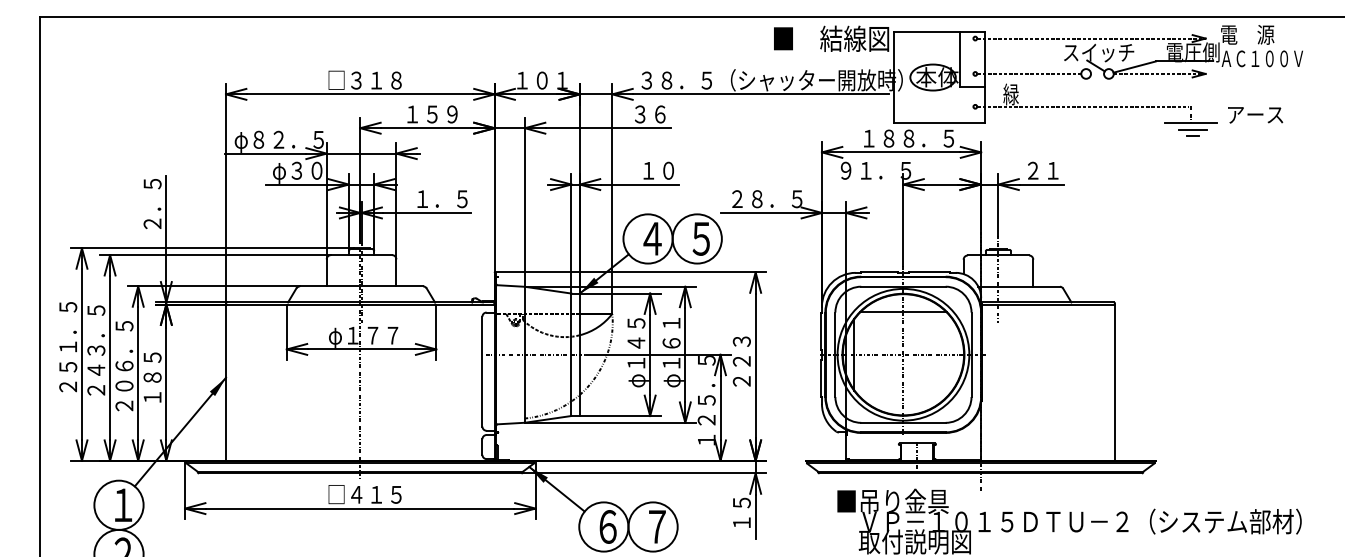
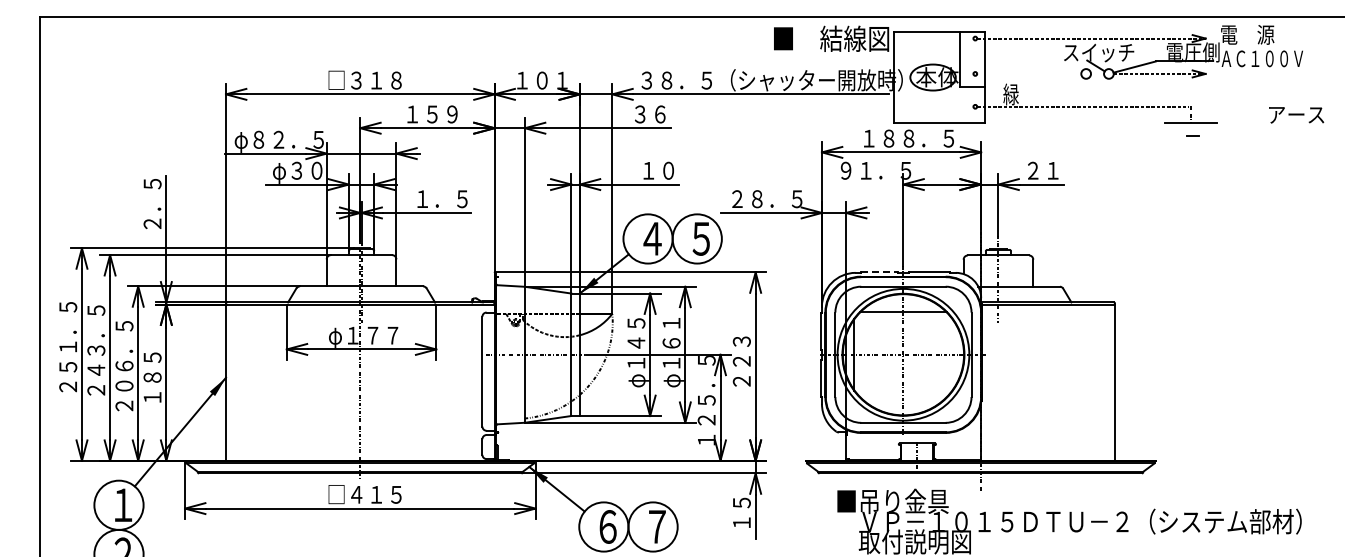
line at (1029, 73): present -> none
text at (1255, 115) position: (1255, 115) -> (1296, 115)
line at (1193, 129): present -> none
line at (879, 272): solid -> dashed
